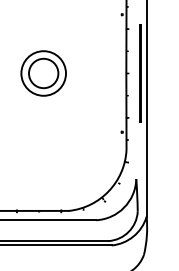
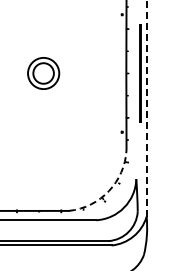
part at (43, 73) size: 47x47 px -> 34x33 px
line at (146, 107): solid -> dashed
arc at (108, 191): solid -> dashed
